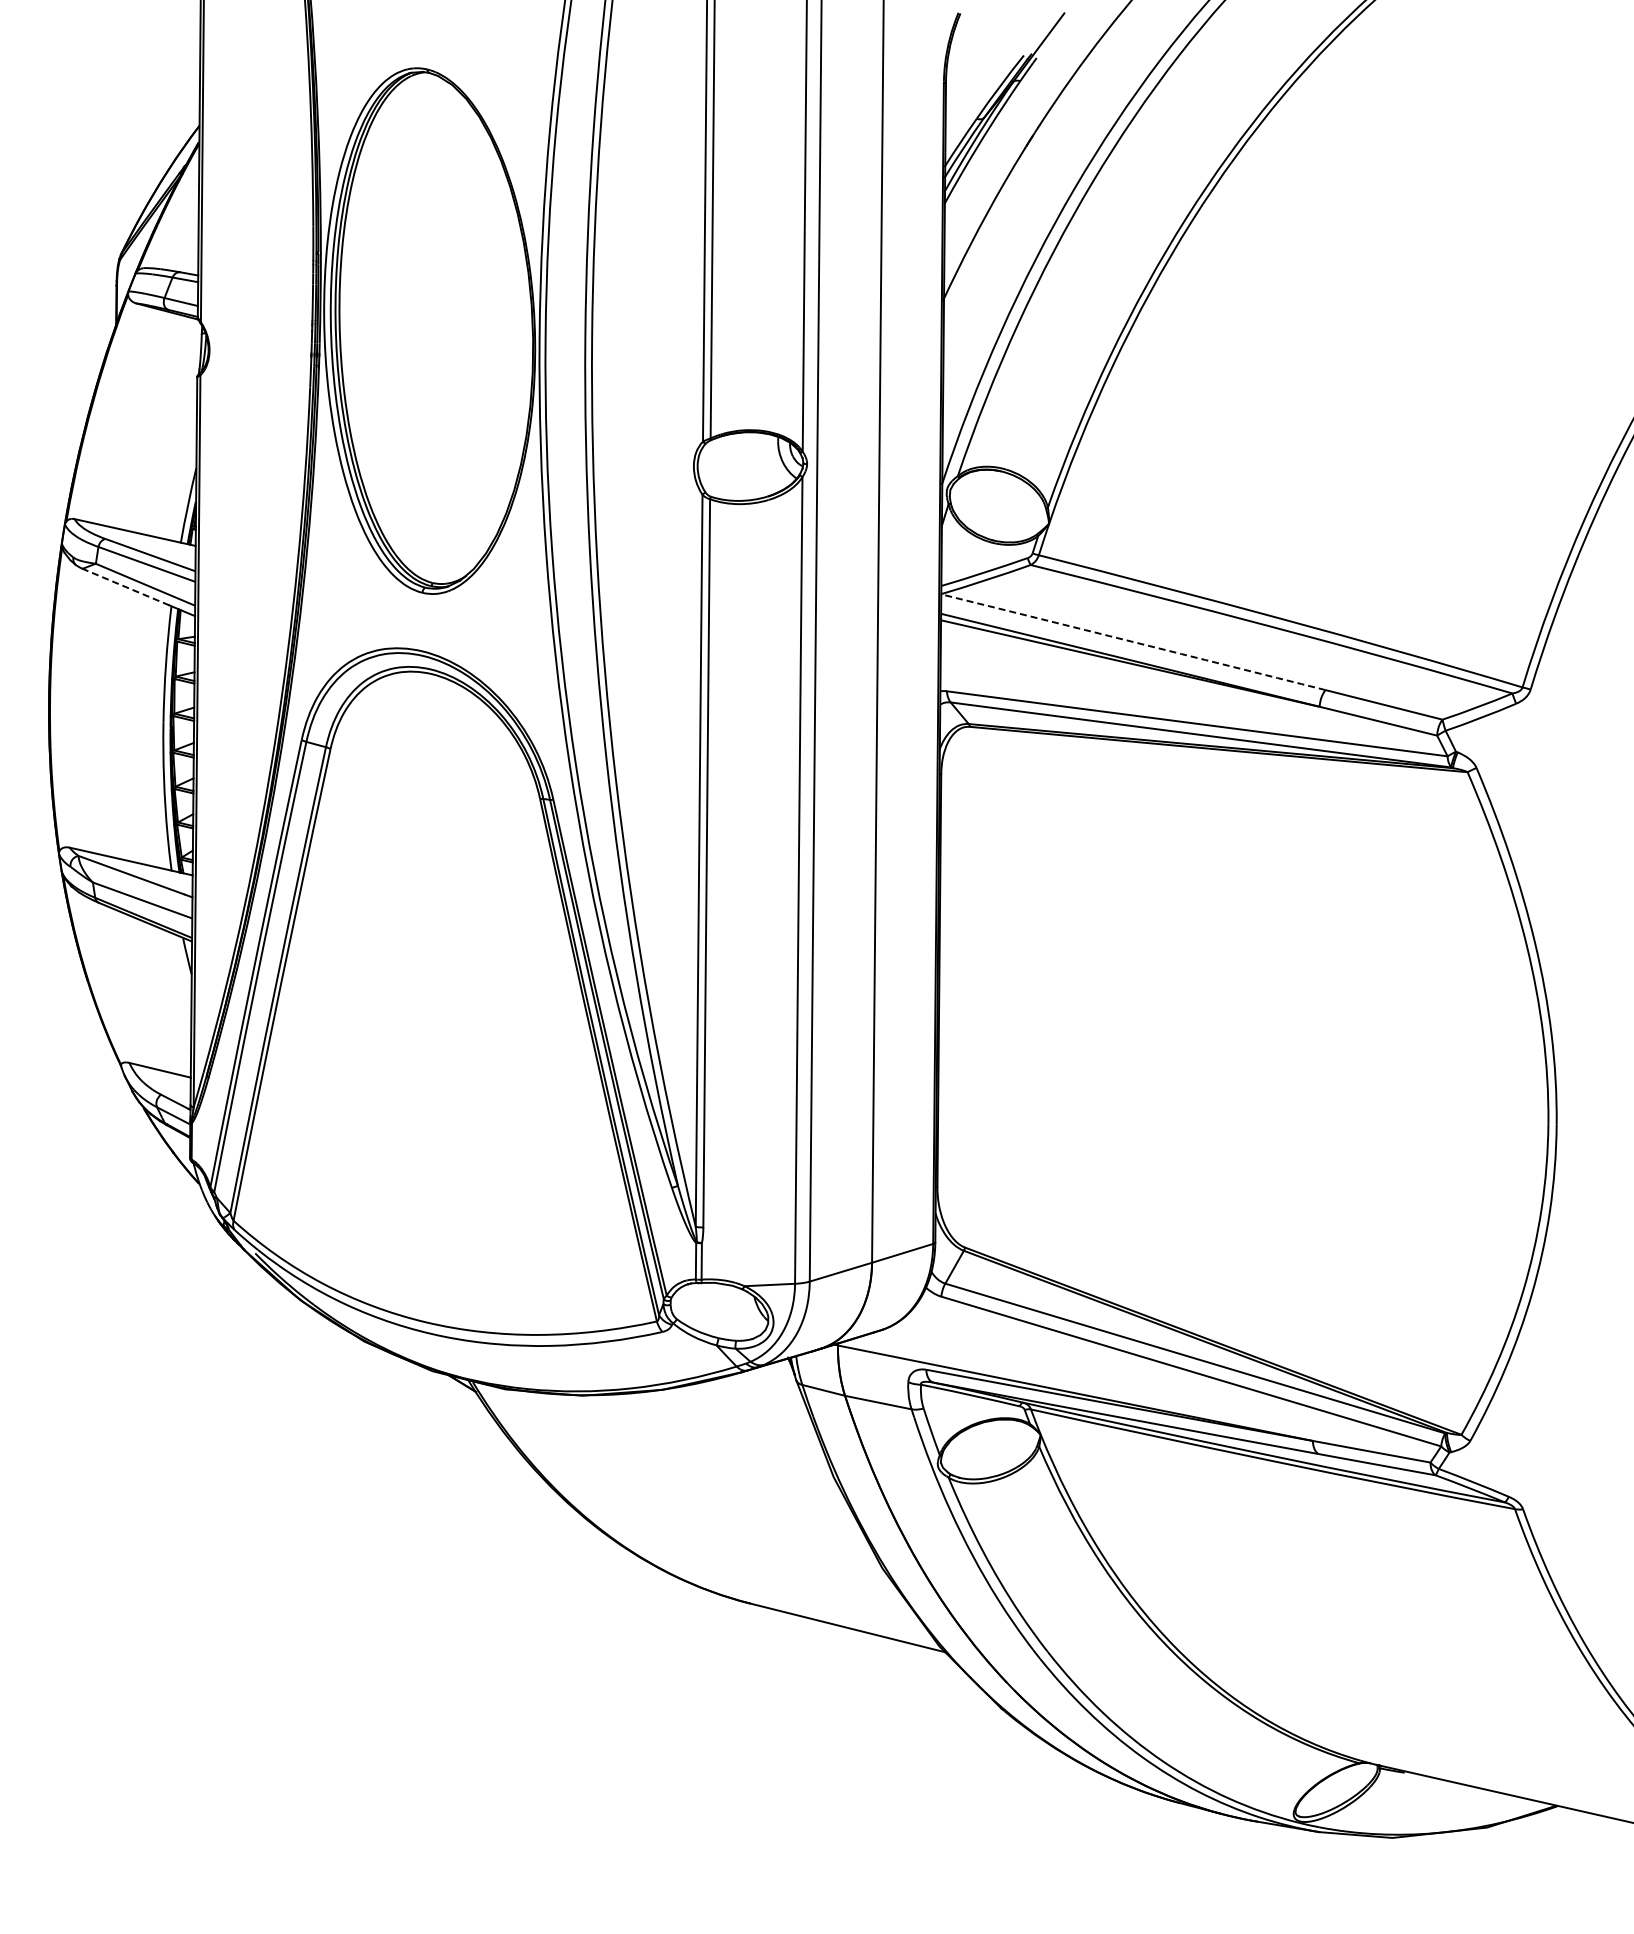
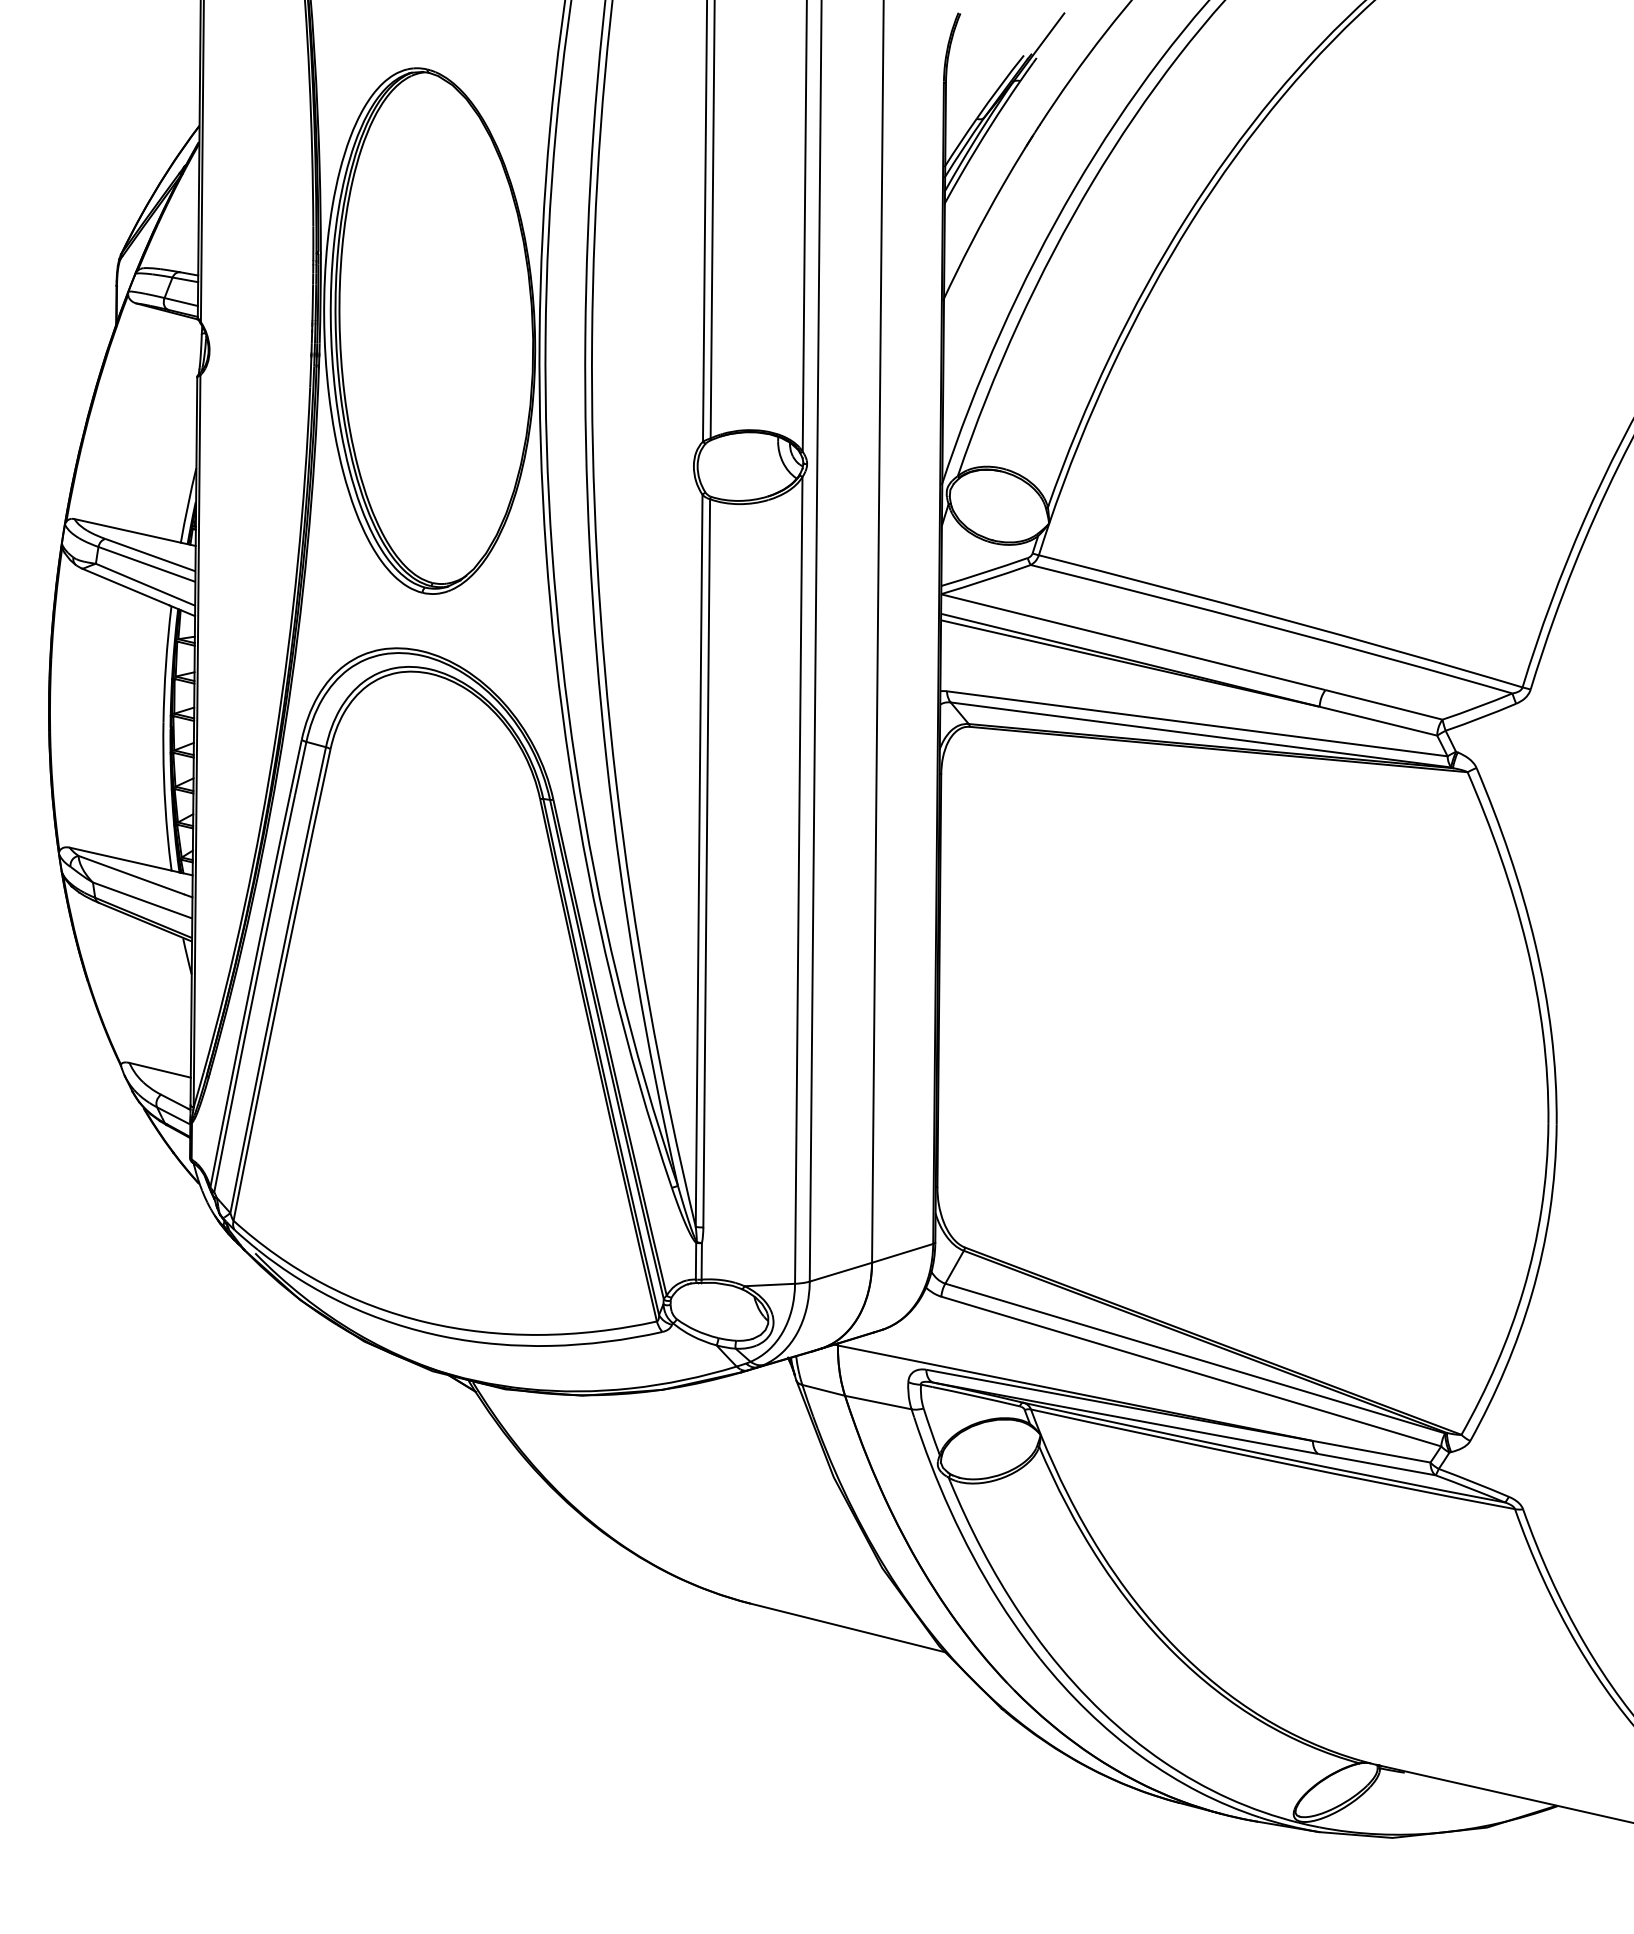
line at (125, 586): dashed -> solid
arc at (1133, 642): dashed -> solid
